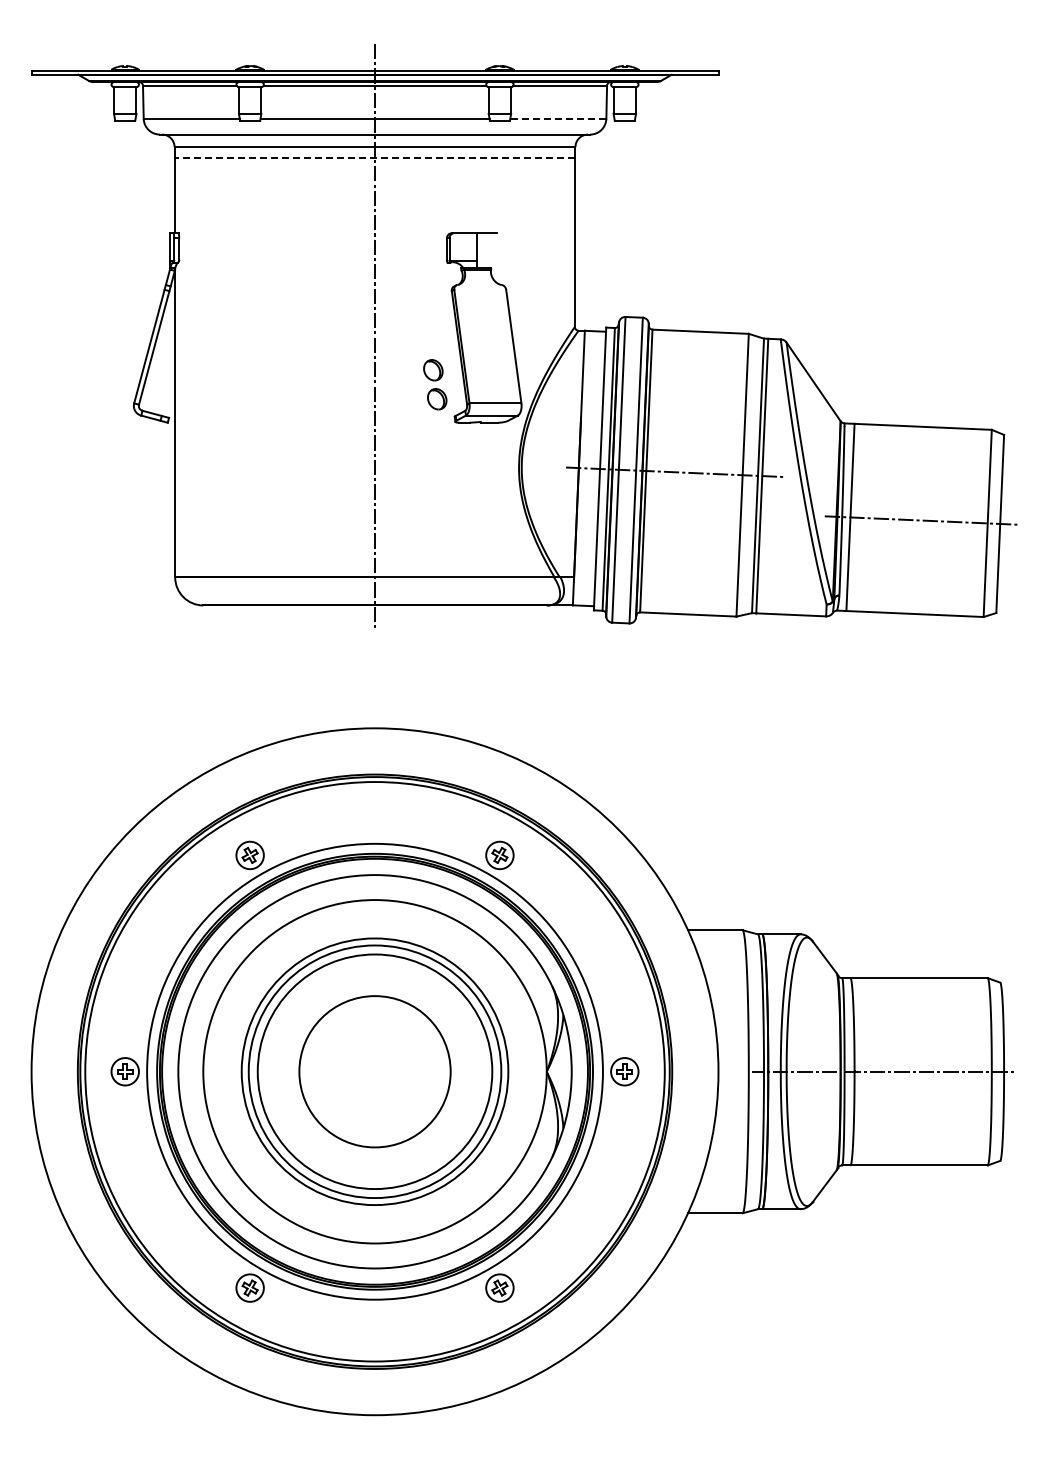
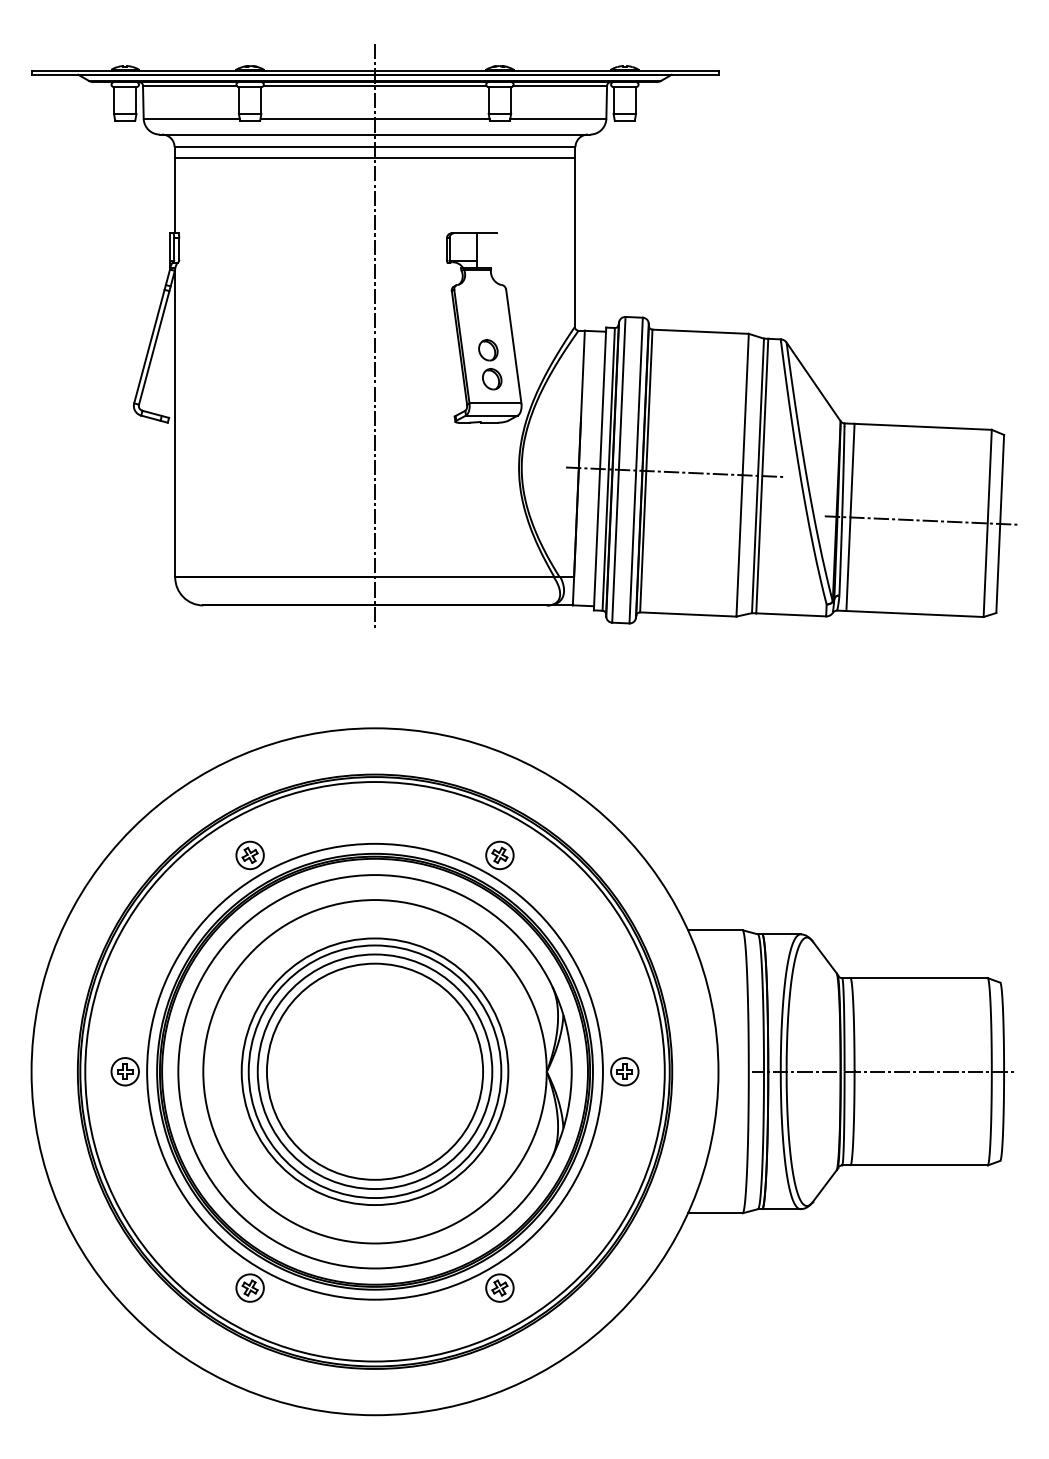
line at (557, 118): dashed -> solid
line at (374, 158): dashed -> solid
part at (435, 384) position: (435, 384) -> (490, 364)
circle at (374, 1071) diameter: 151 px -> 216 px
